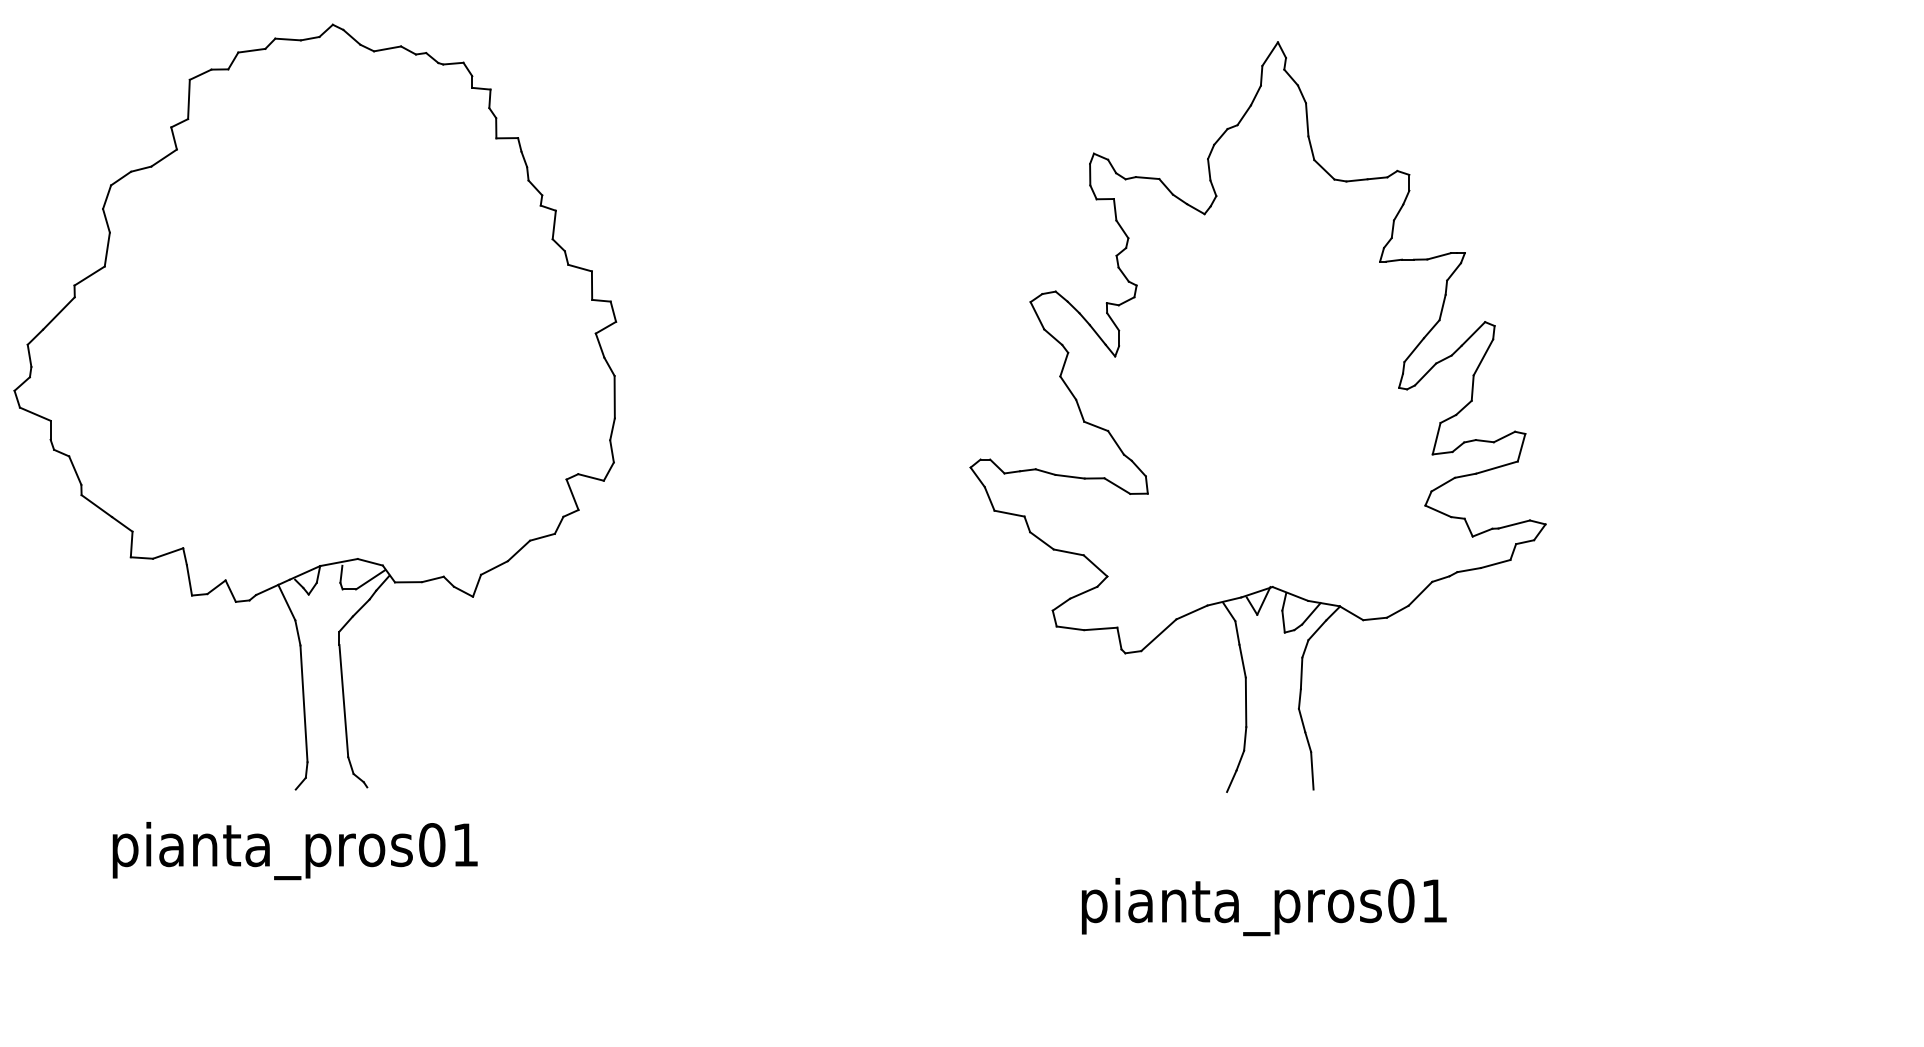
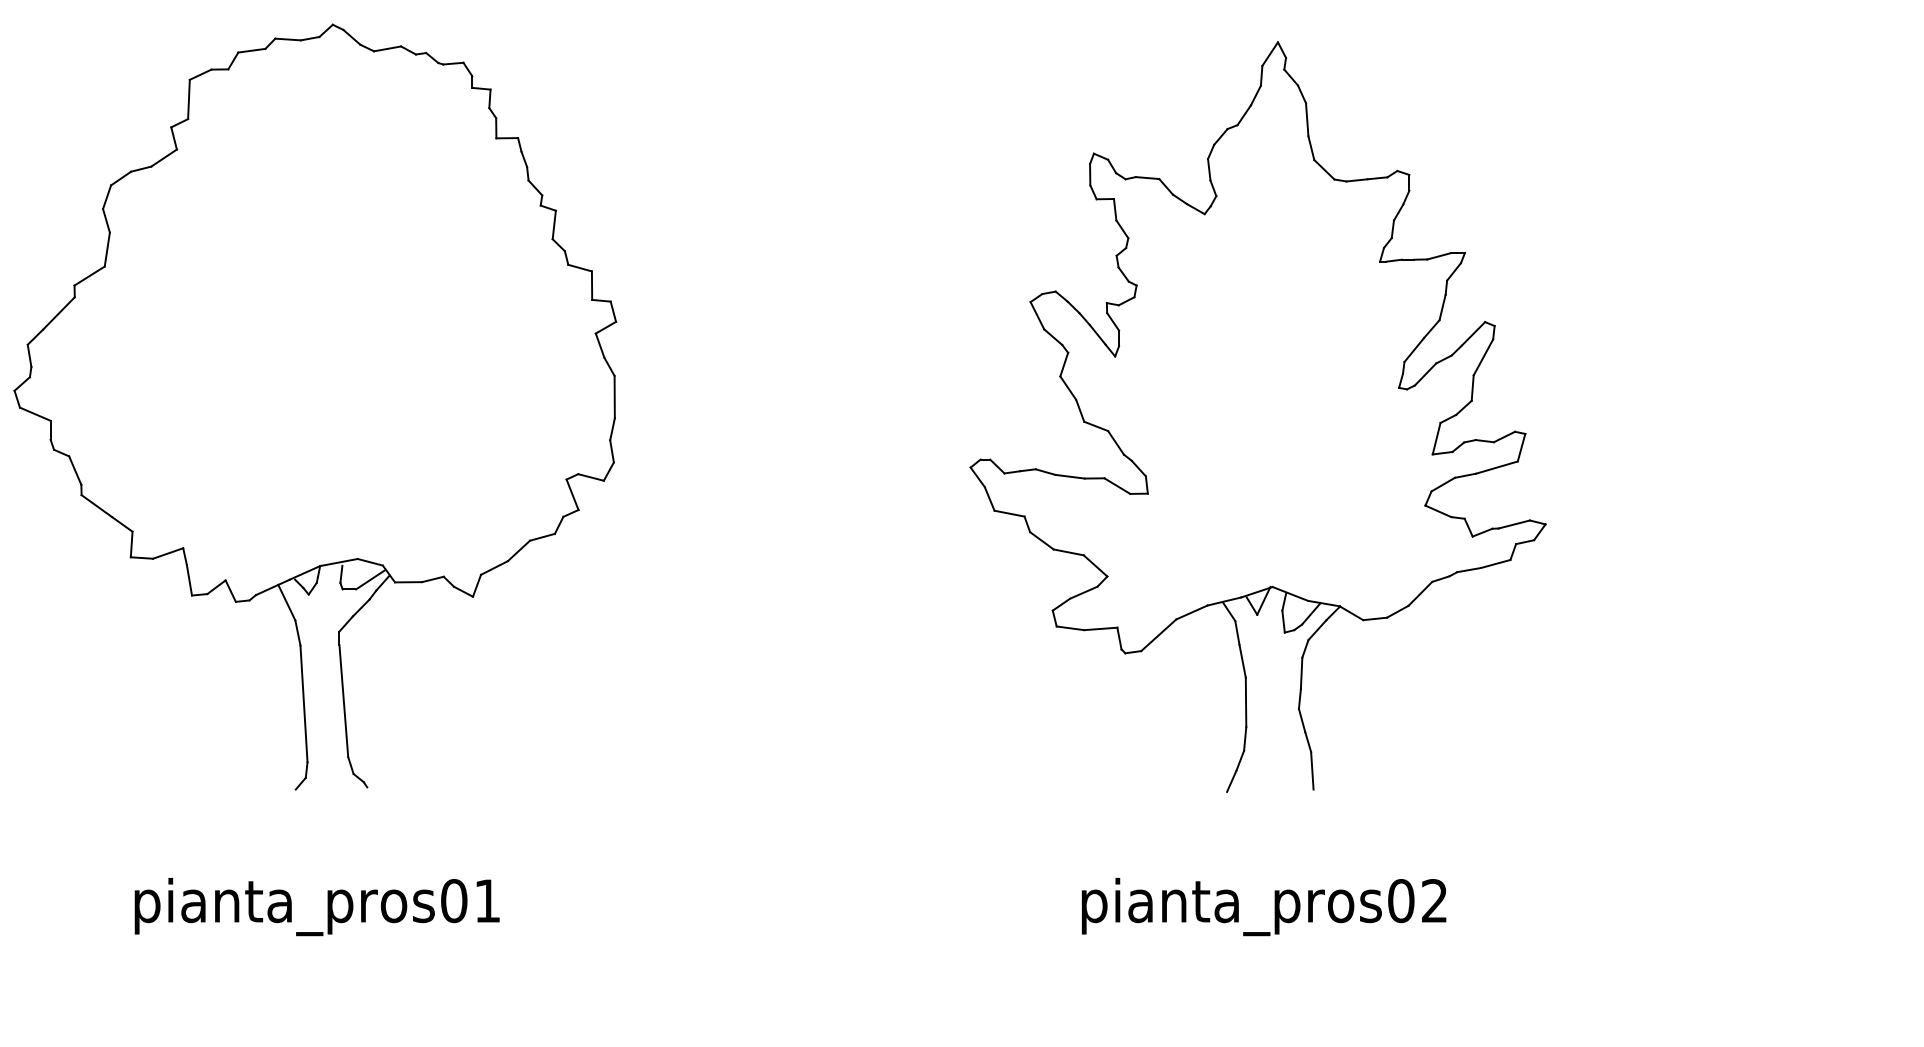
text at (294, 851) position: (294, 851) -> (316, 907)
text at (1434, 900): pianta_pros01 -> pianta_pros02
